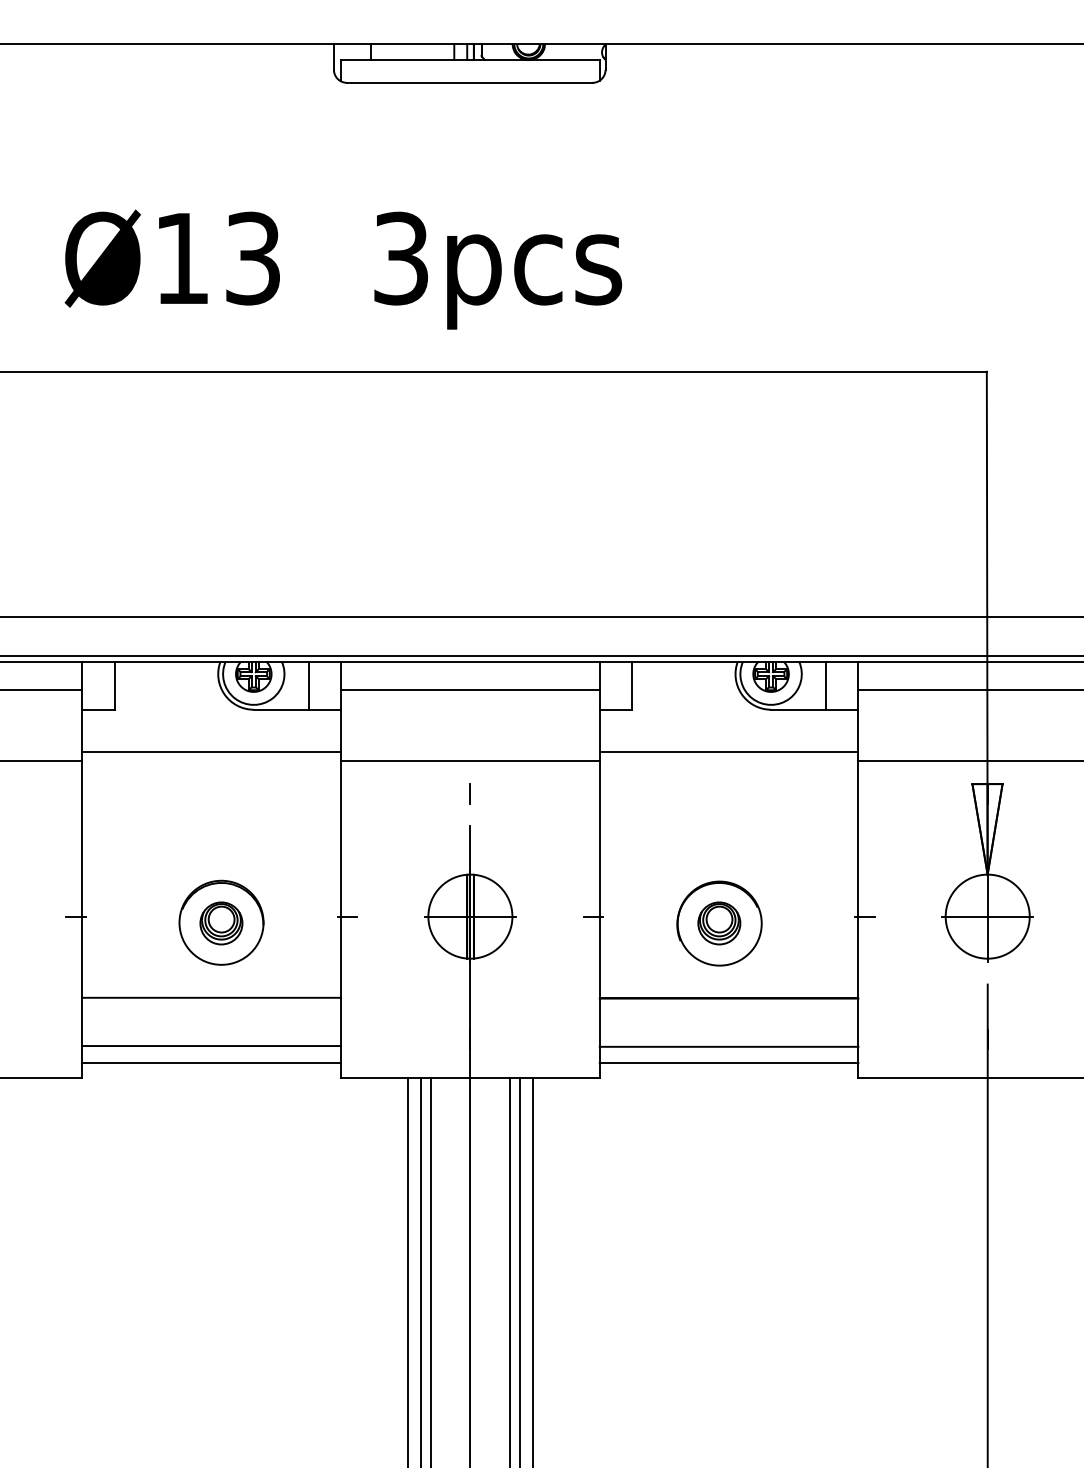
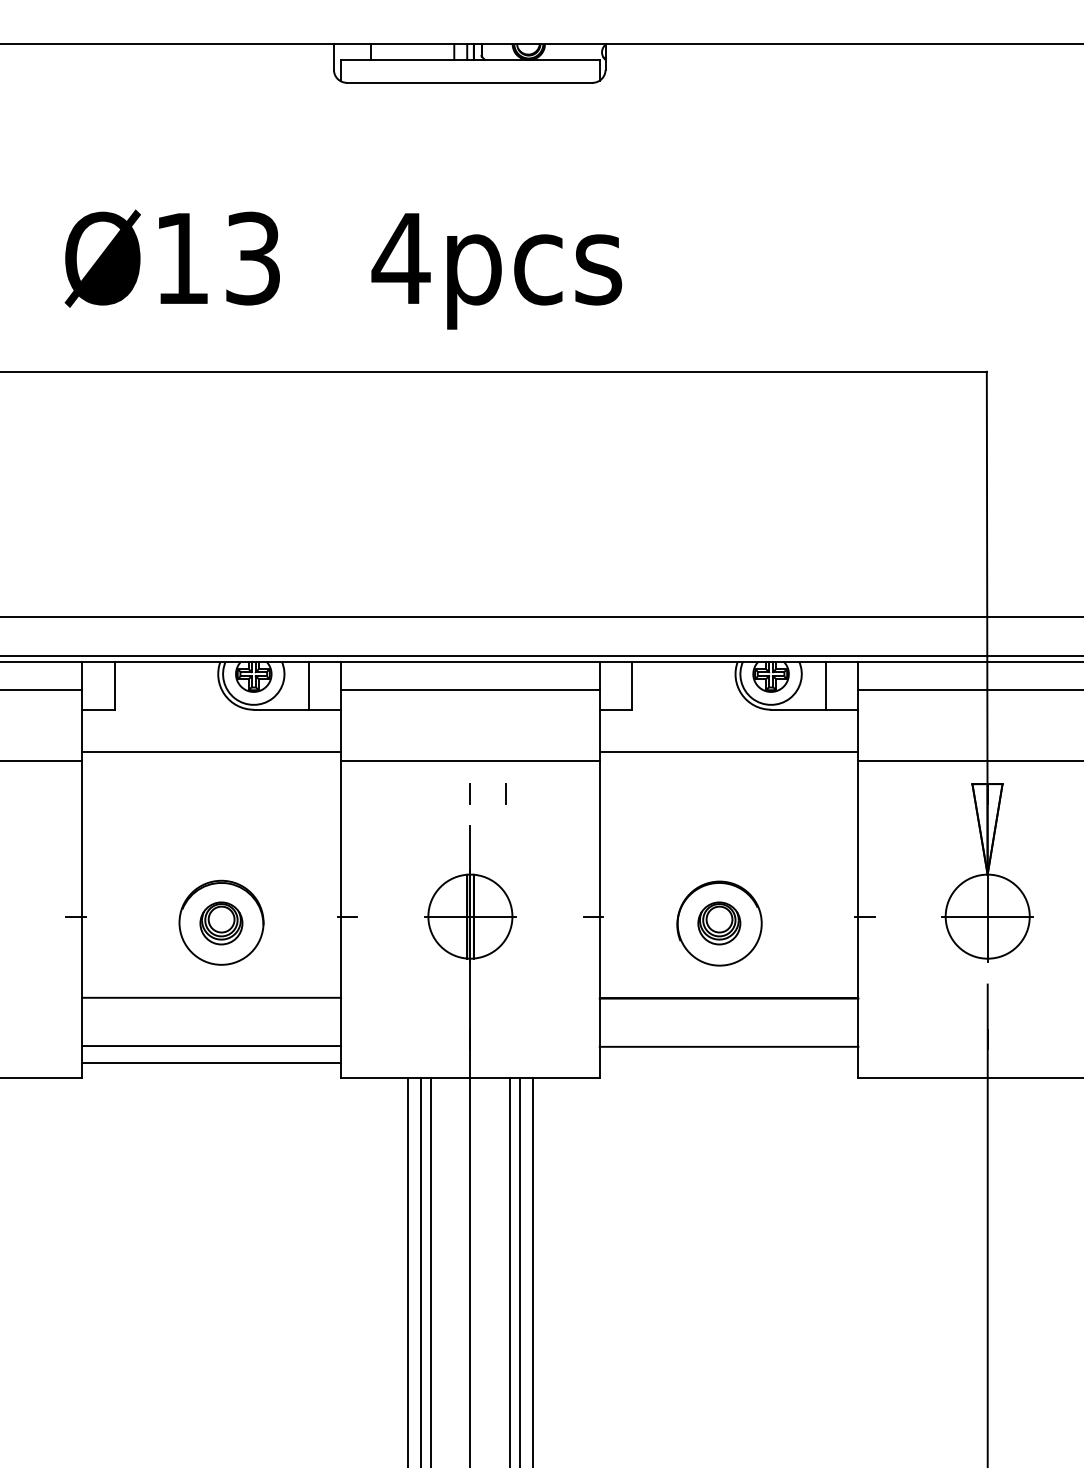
text at (400, 258): 3pcs -> 4pcs
line at (505, 793): none -> present
line at (728, 1062): present -> none
